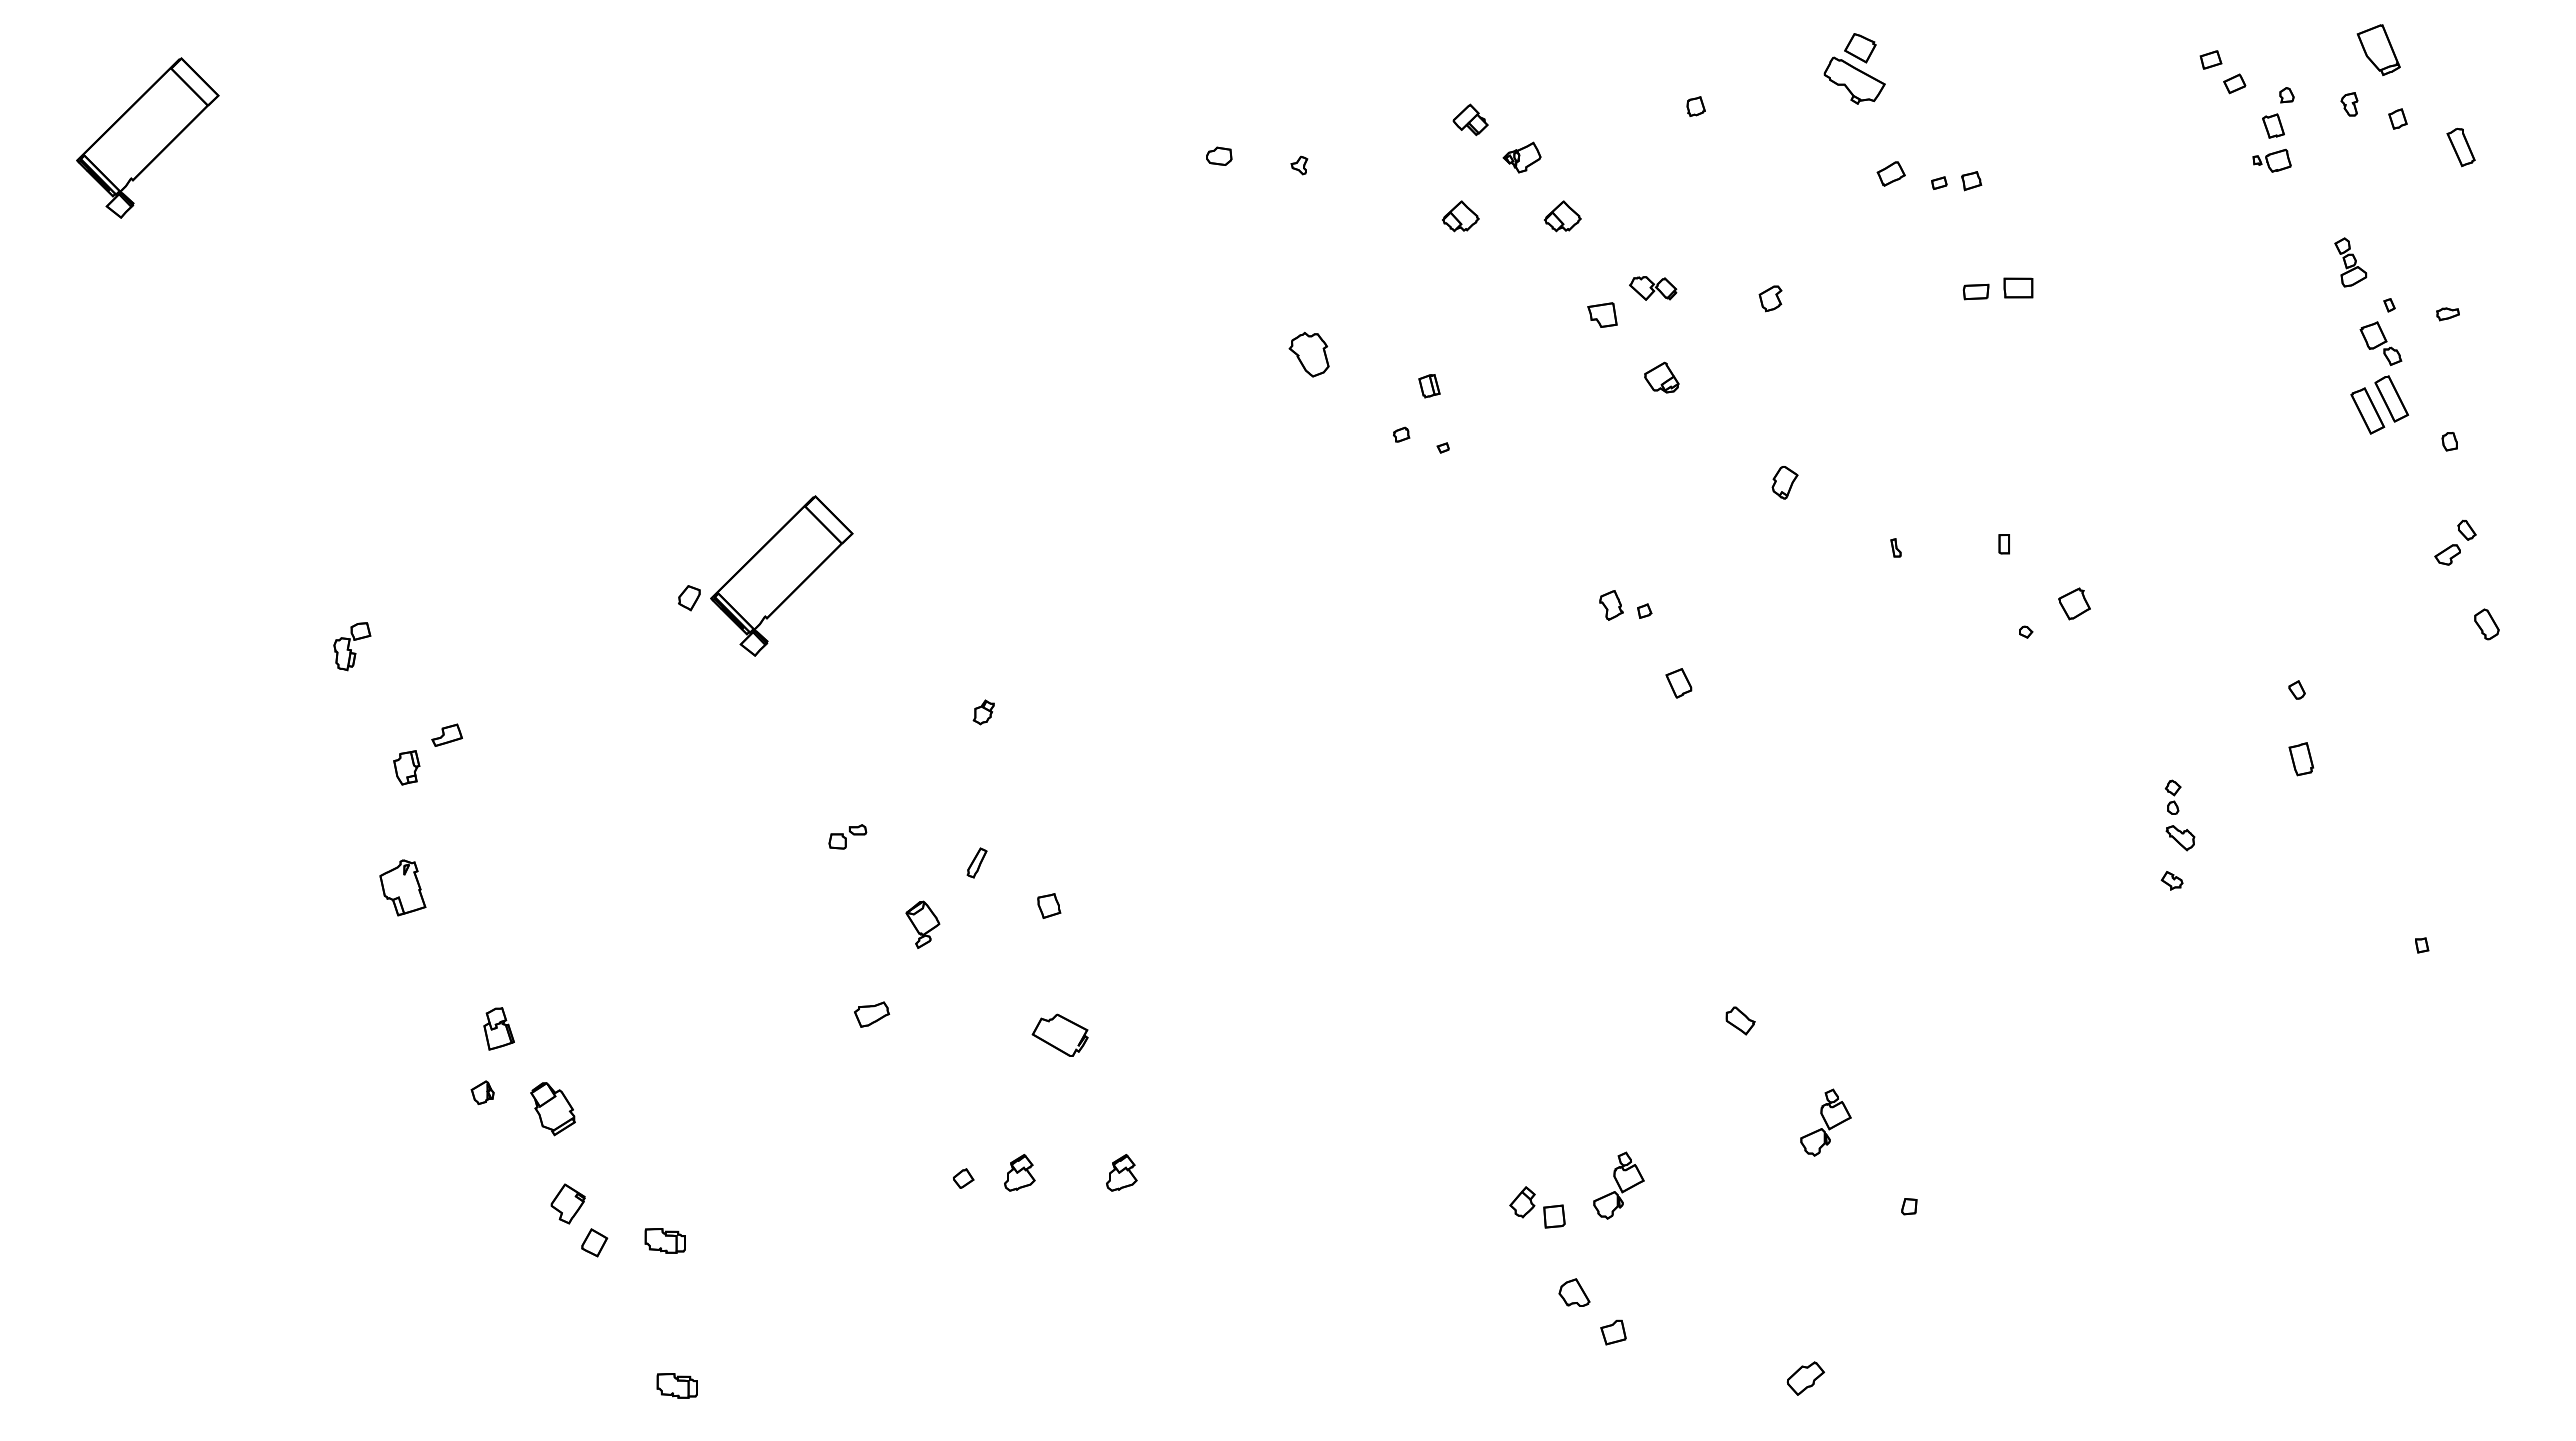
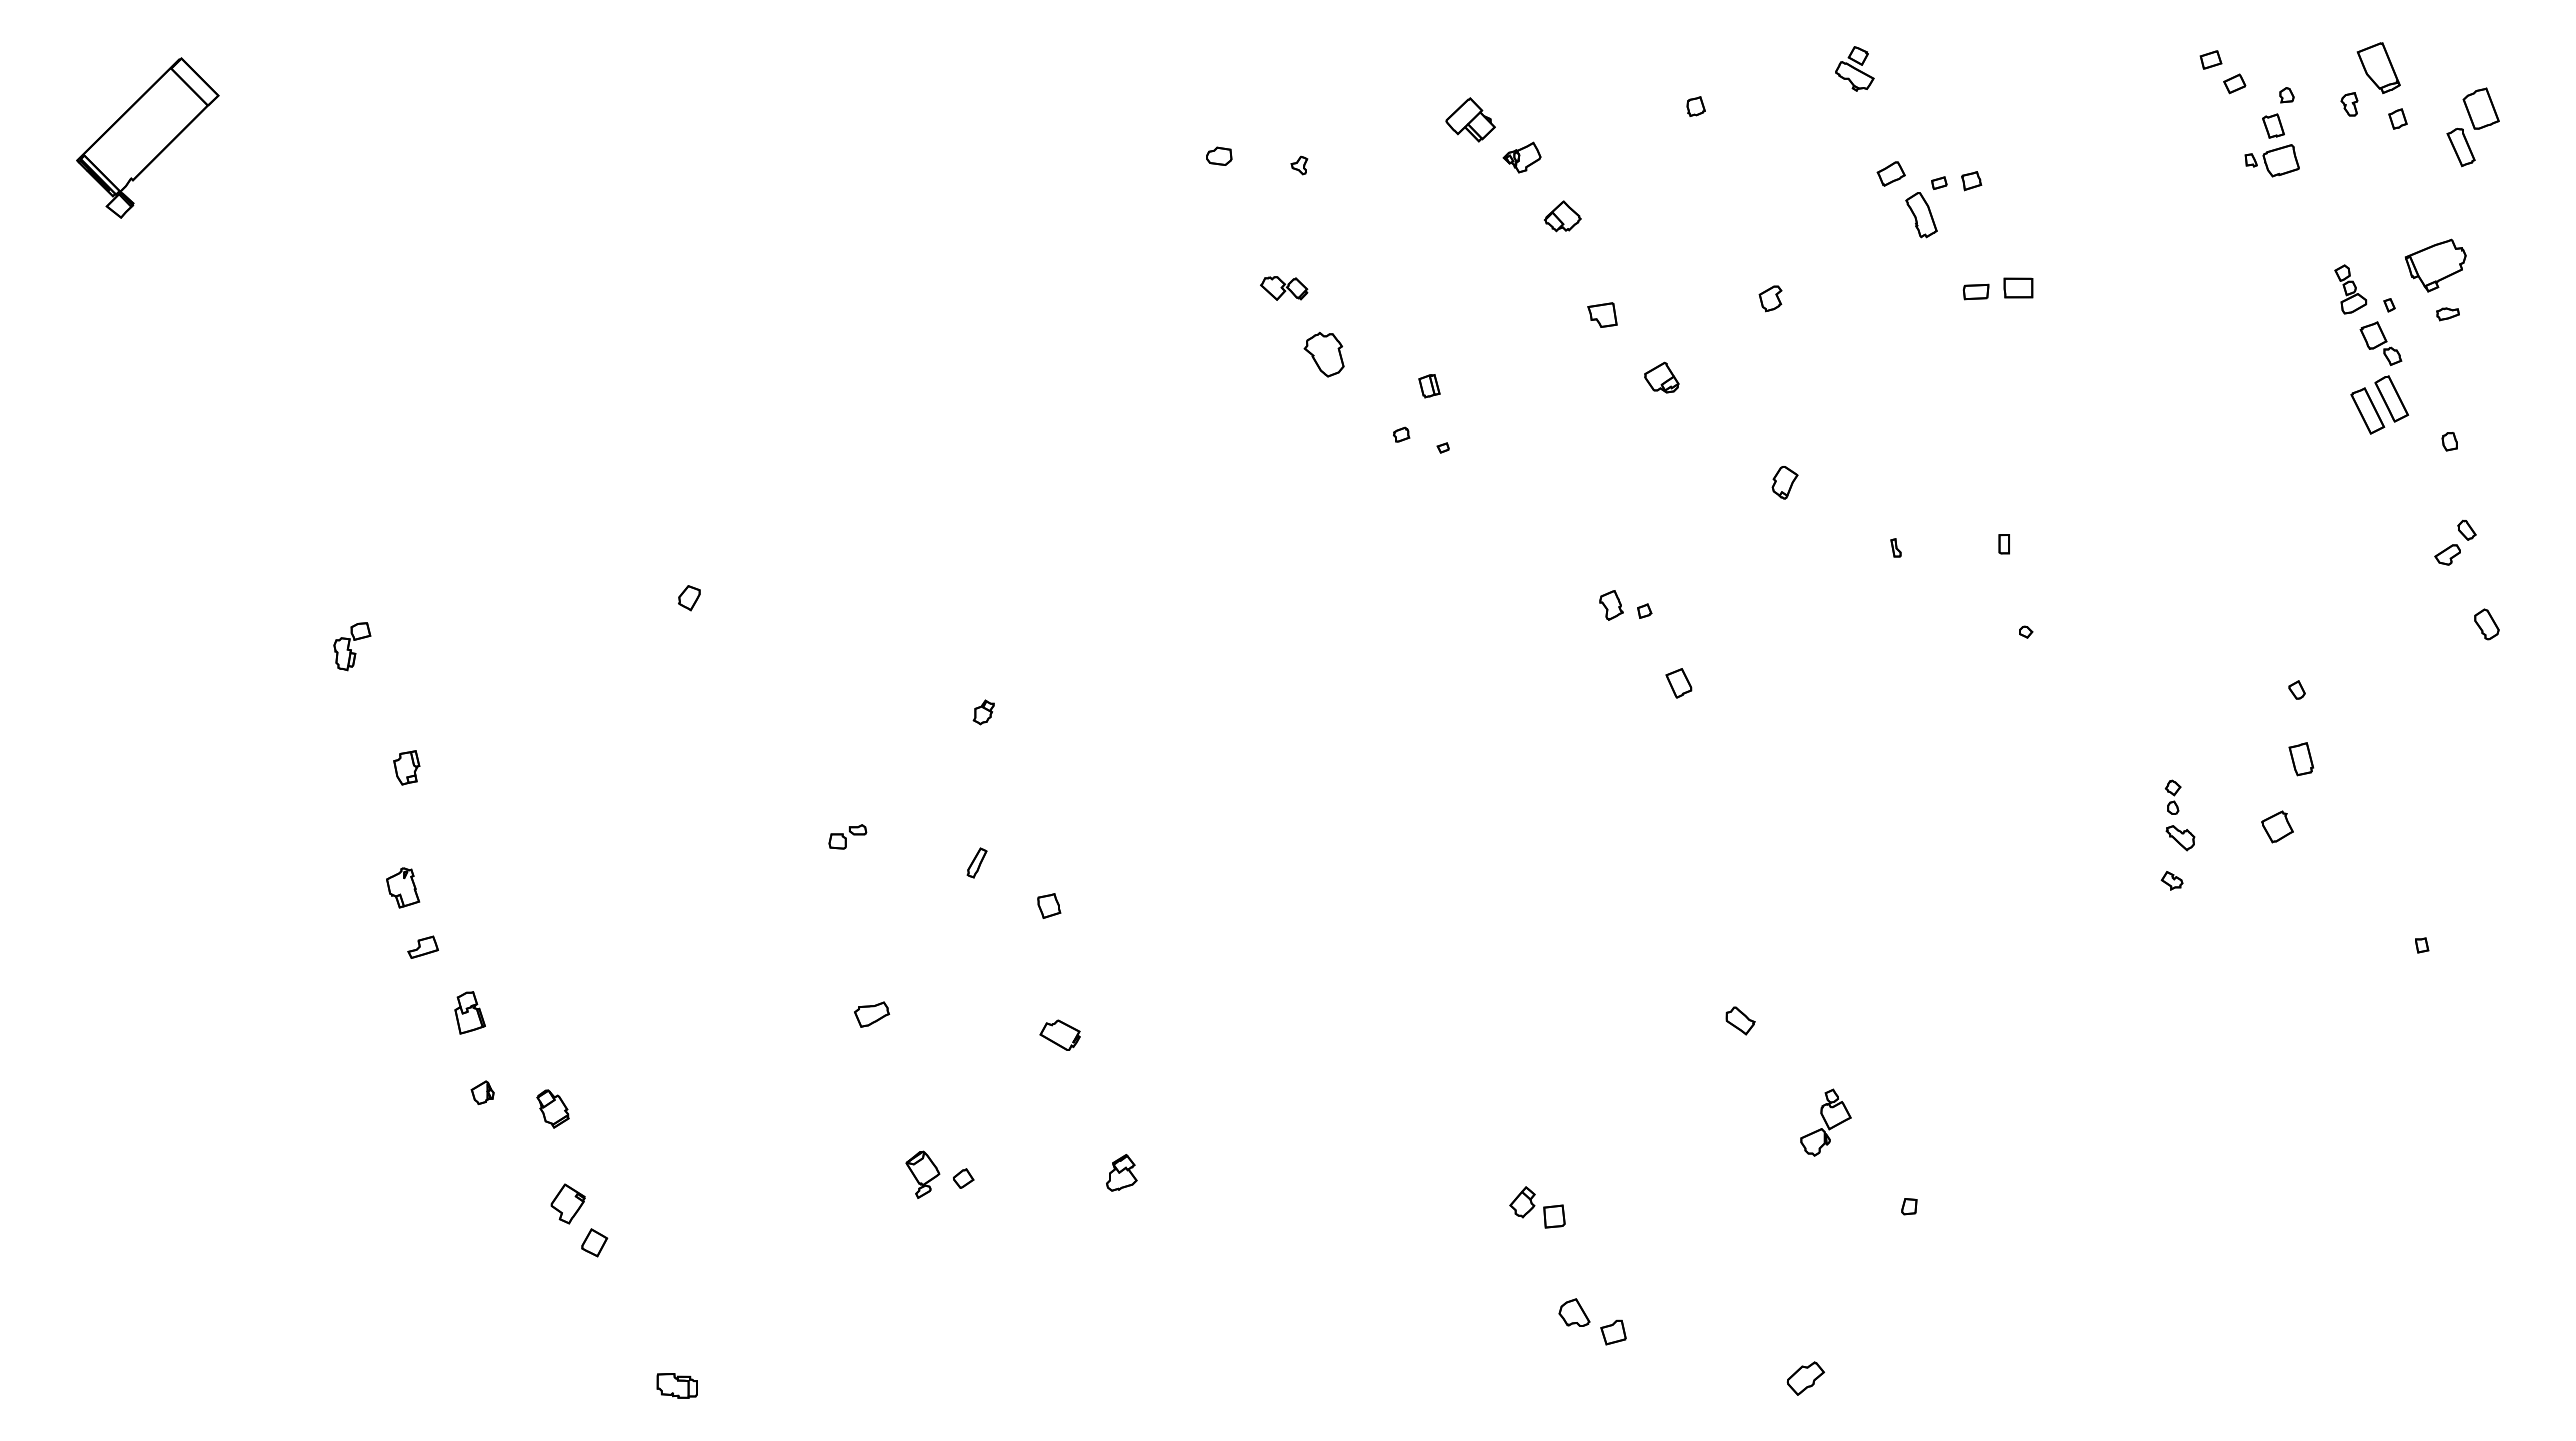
part at (2378, 50) position: (2378, 50) -> (2378, 68)
part at (1854, 68) size: 63x72 px -> 40x46 px
part at (2480, 108): none -> present
part at (1470, 119) size: 37x34 px -> 51x46 px
part at (2271, 160) size: 40x24 px -> 56x34 px
part at (1921, 215): none -> present
part at (1460, 216): present -> none
part at (2350, 262) position: (2350, 262) -> (2350, 289)
part at (2435, 265): none -> present
part at (1653, 288) position: (1653, 288) -> (1284, 288)
part at (1308, 354) position: (1308, 354) -> (1323, 354)
part at (781, 575): present -> none
part at (2074, 603) position: (2074, 603) -> (2277, 826)
part at (446, 734) position: (446, 734) -> (422, 946)
part at (402, 887) size: 48x58 px -> 35x42 px
part at (922, 924) position: (922, 924) -> (922, 1174)
part at (498, 1028) position: (498, 1028) -> (469, 1012)
part at (1059, 1034) size: 58x44 px -> 42x32 px
part at (552, 1109) size: 46x55 px -> 34x40 px
part at (1019, 1172): present -> none
part at (1618, 1185): present -> none
part at (664, 1240): present -> none
part at (1574, 1292) position: (1574, 1292) -> (1574, 1312)
